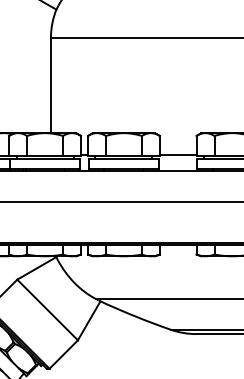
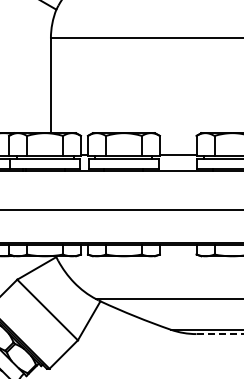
line at (121, 201) position: (121, 201) -> (121, 209)
line at (220, 334): solid -> dashed
